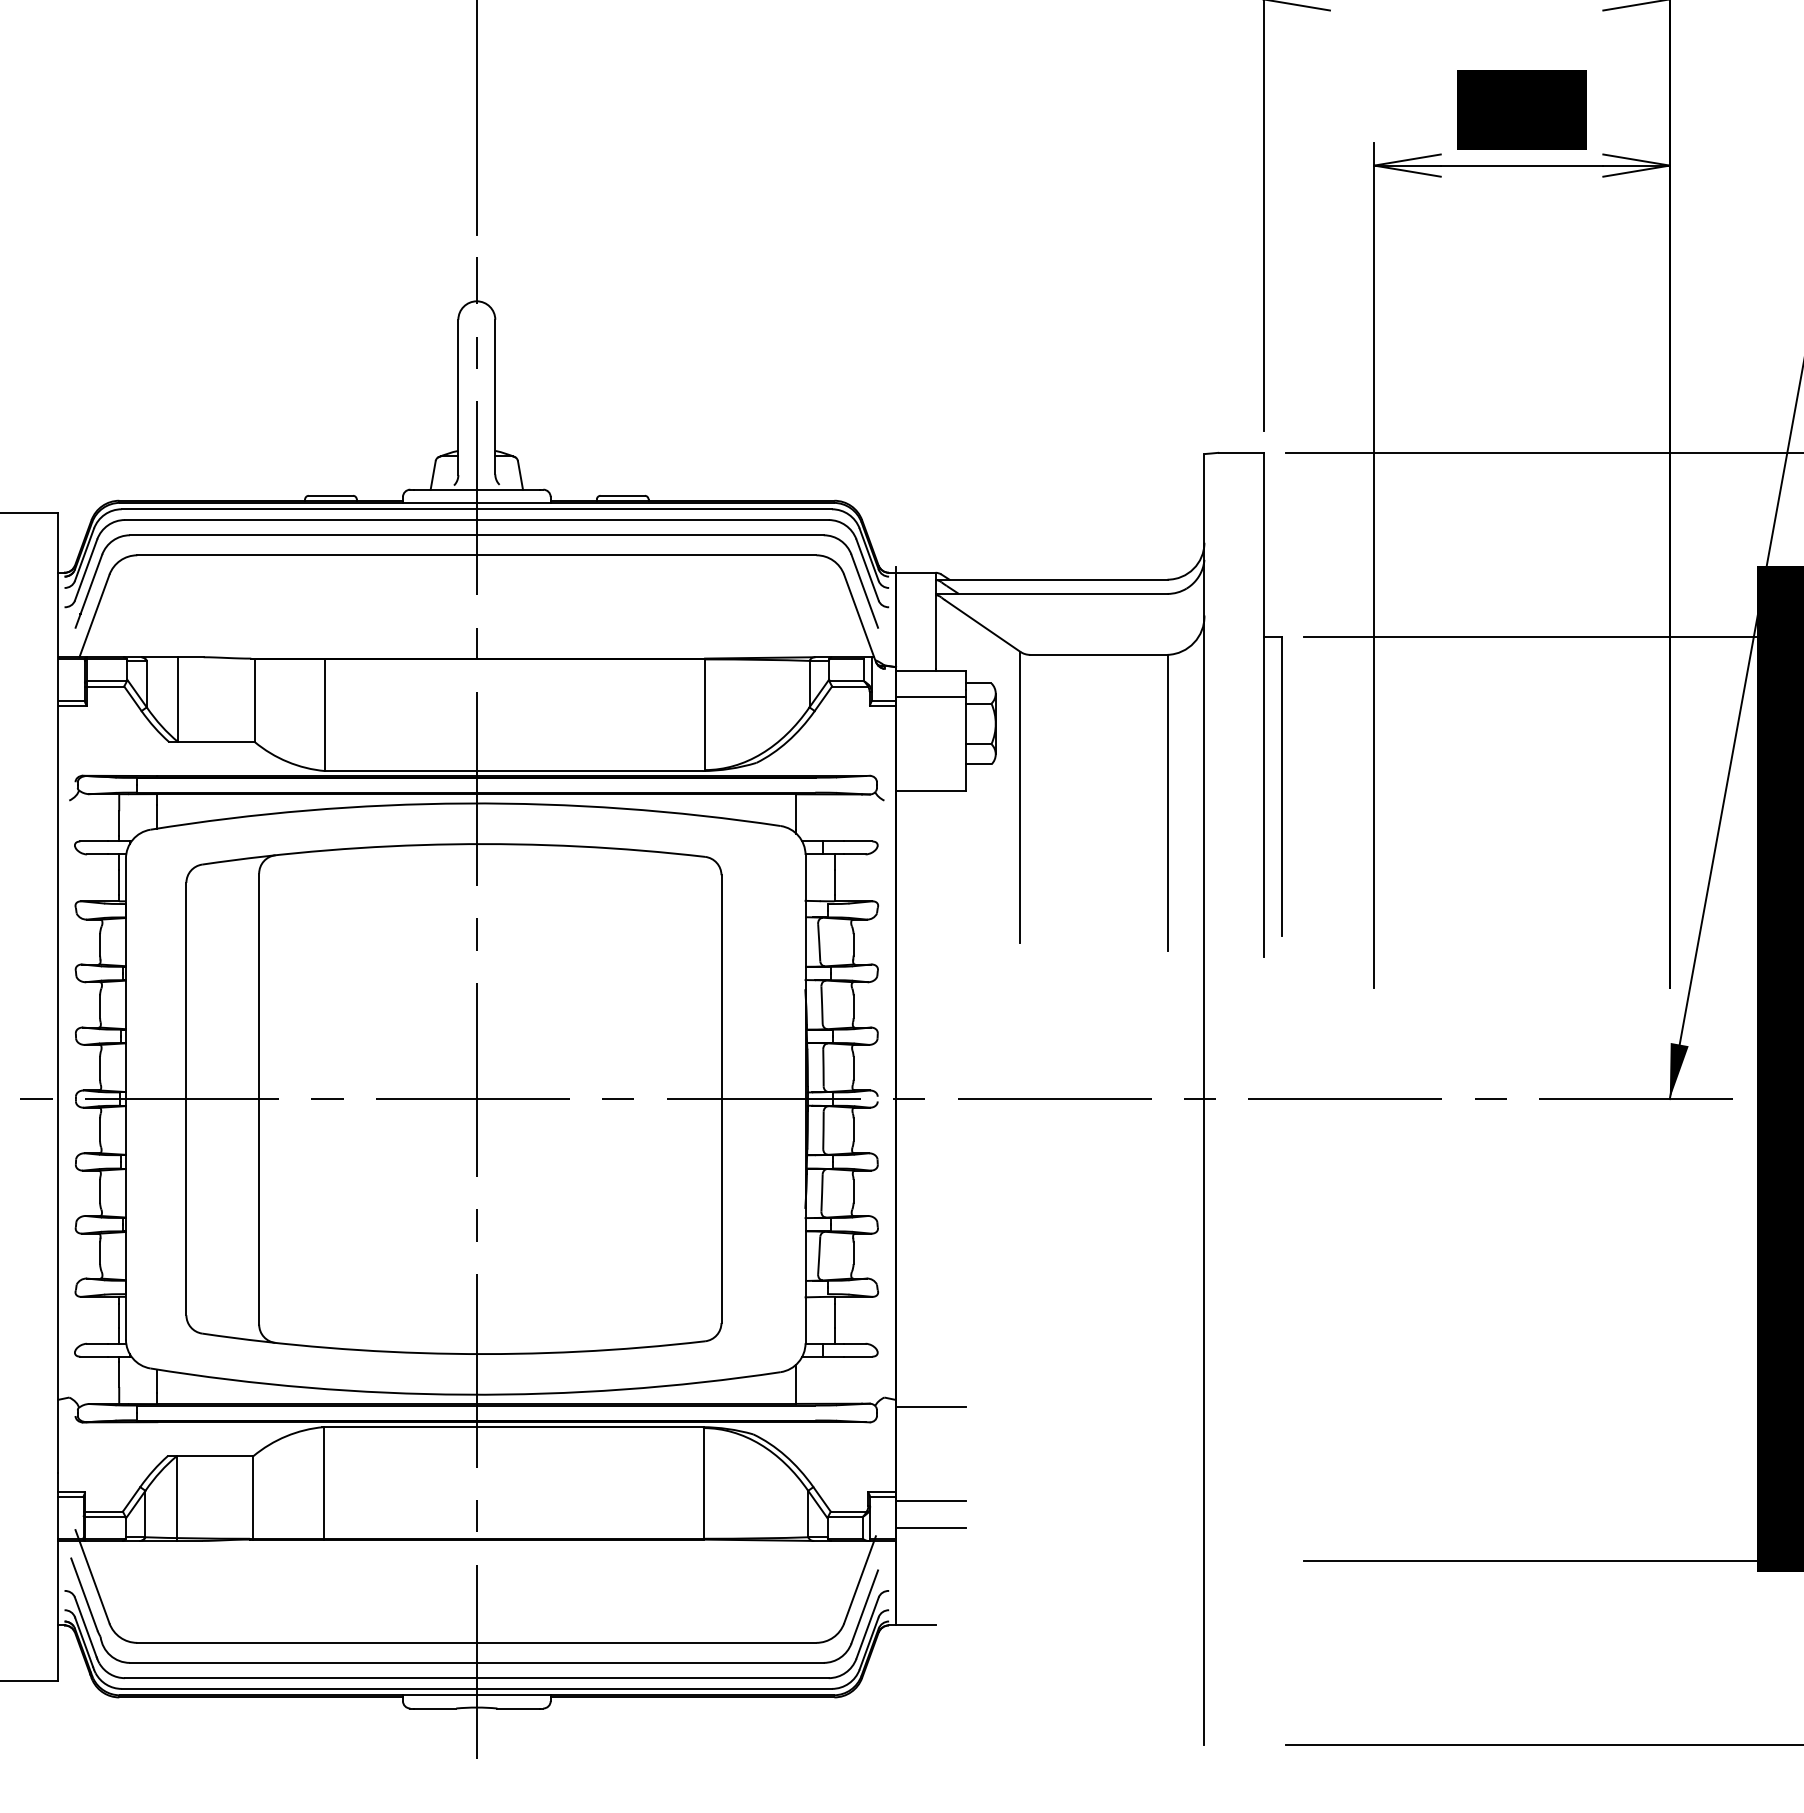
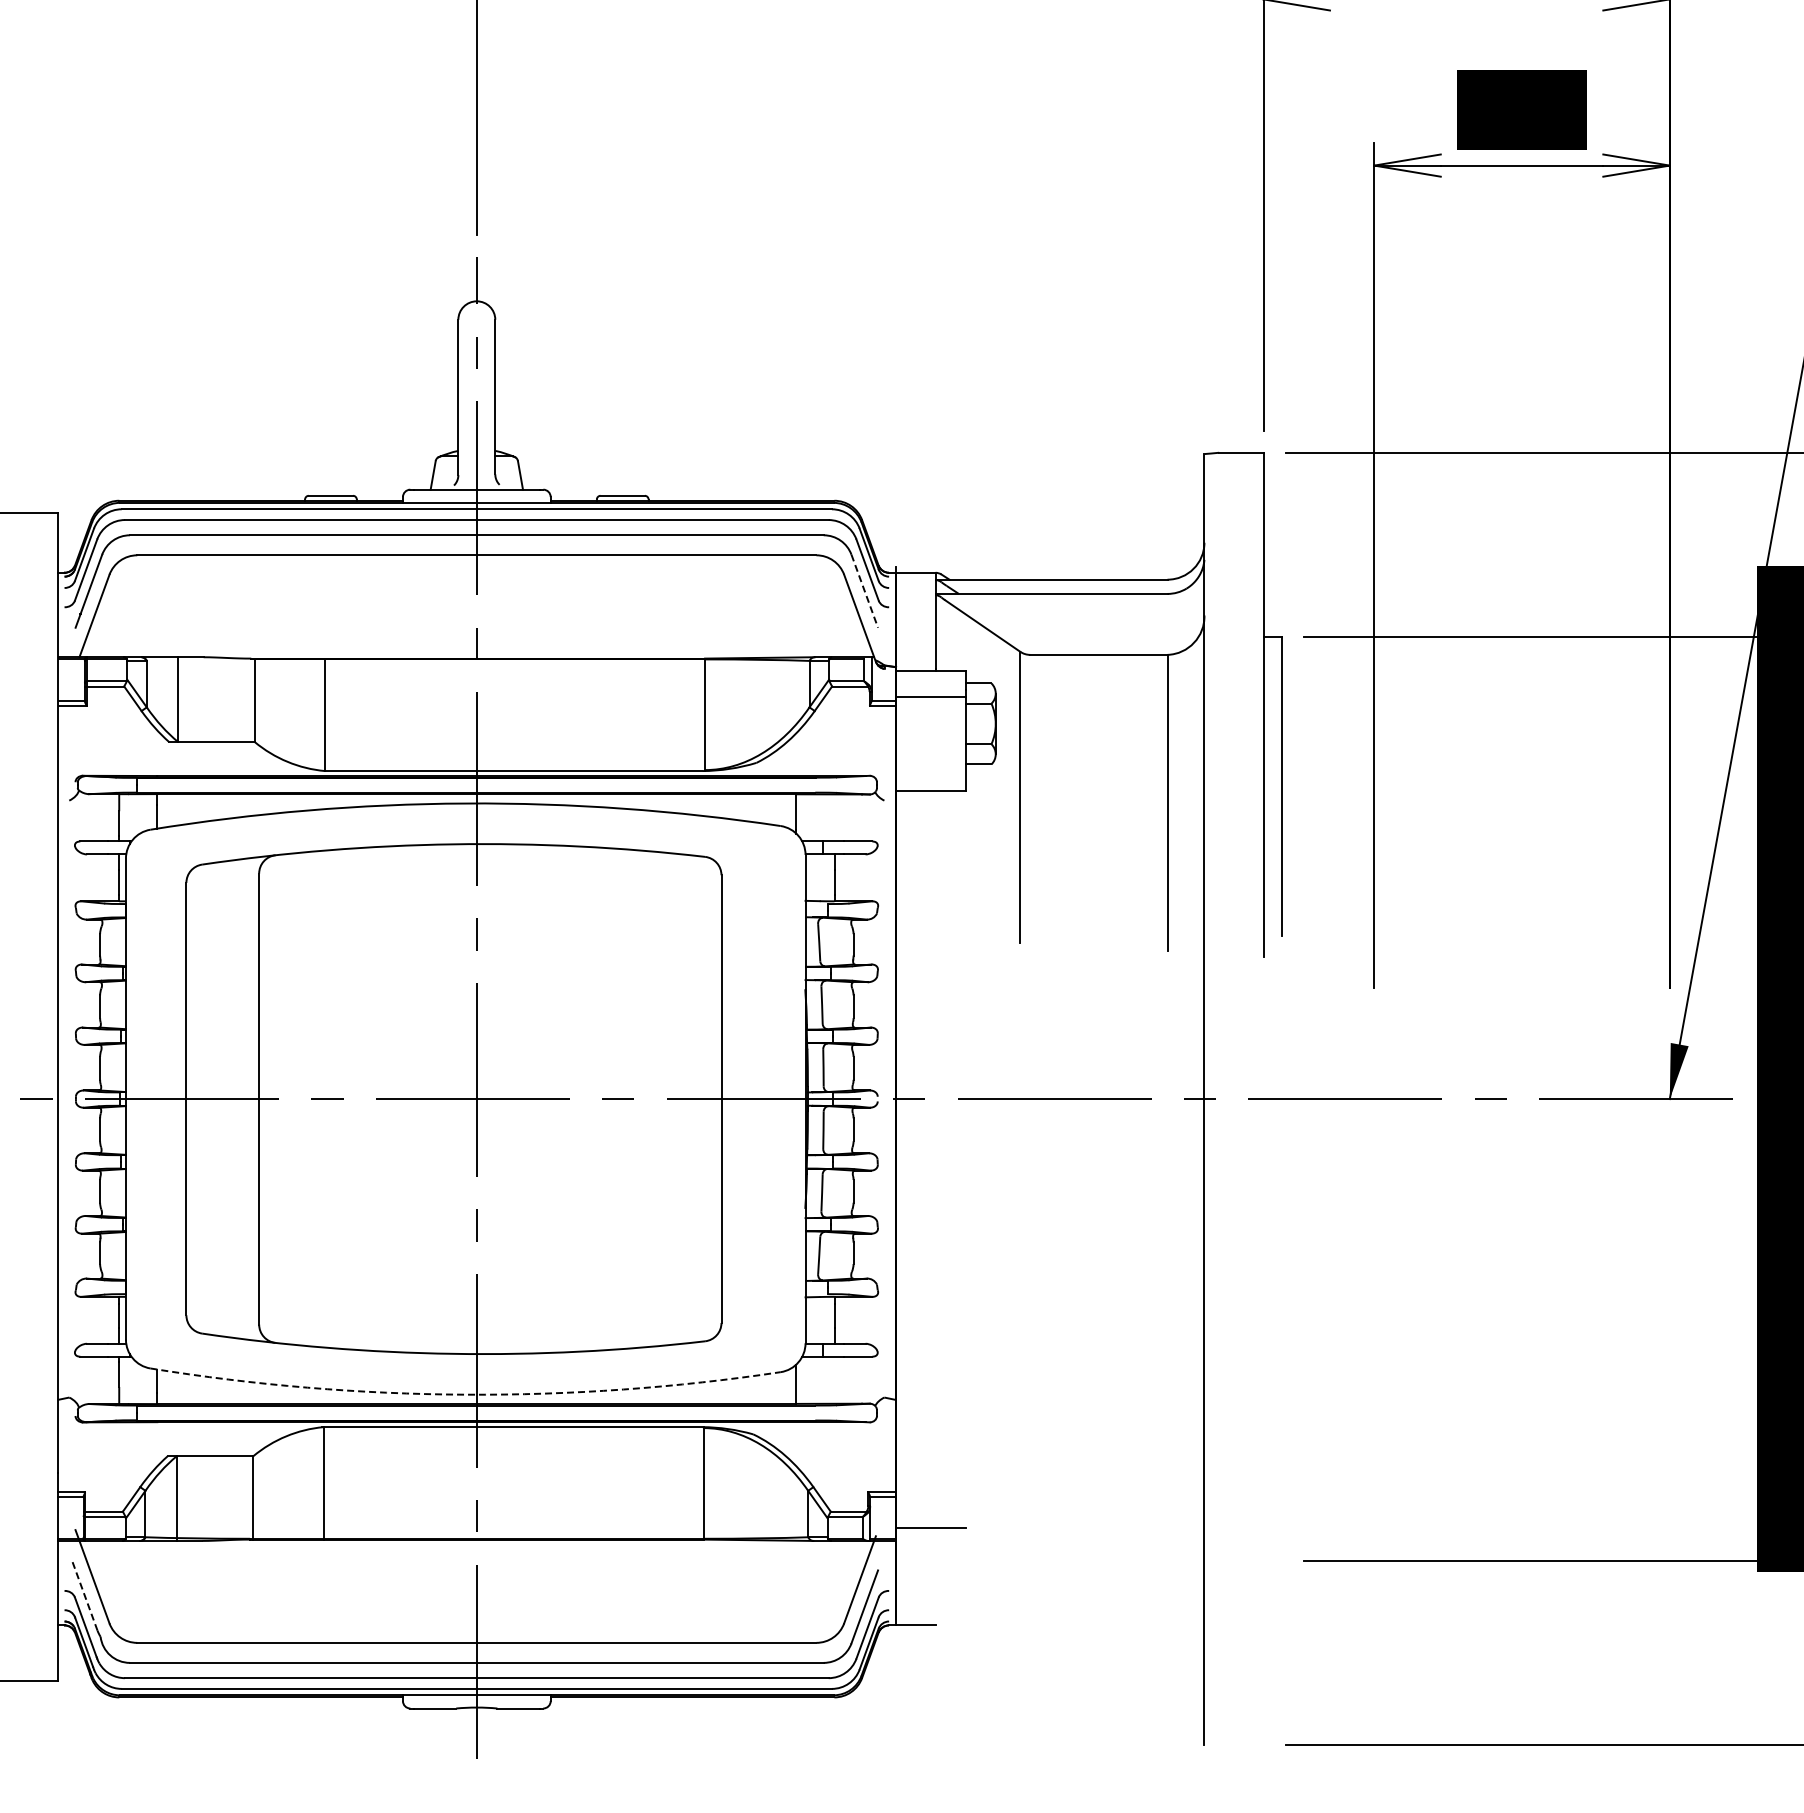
line at (864, 591): solid -> dashed
arc at (465, 1394): solid -> dashed
line at (931, 1407): present -> none
line at (931, 1500): present -> none
line at (84, 1594): solid -> dashed
